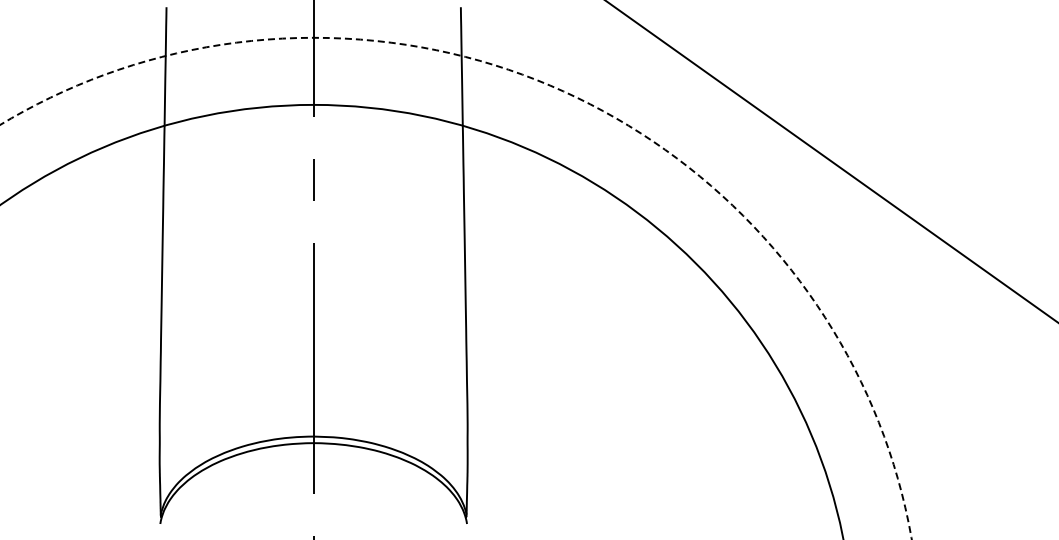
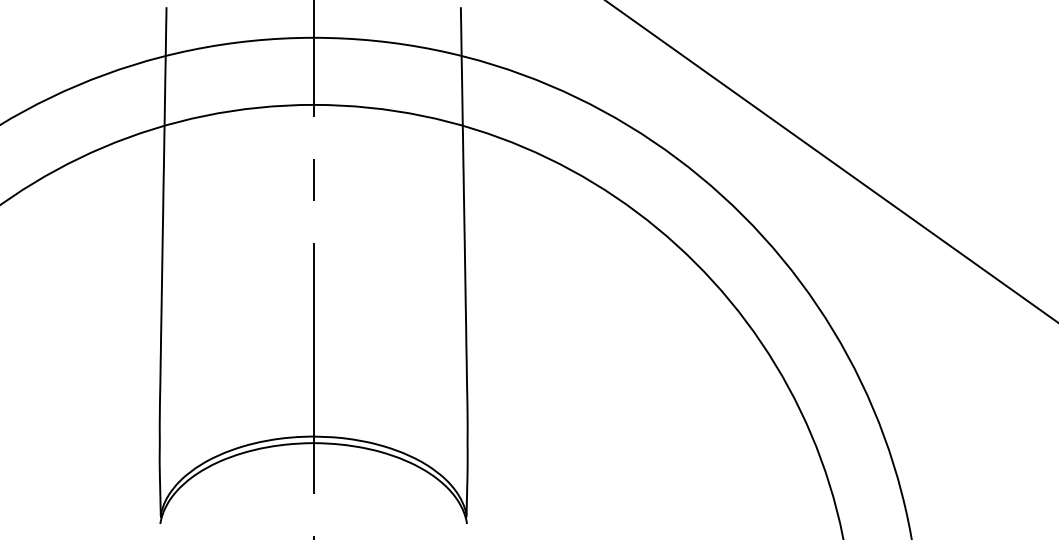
circle at (455, 288): dashed -> solid
